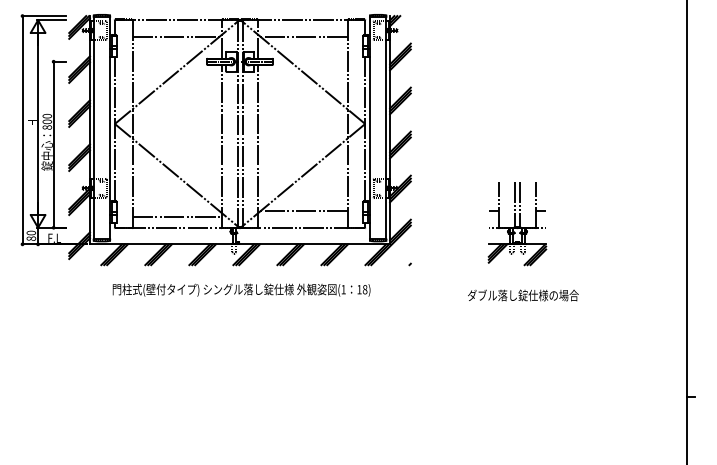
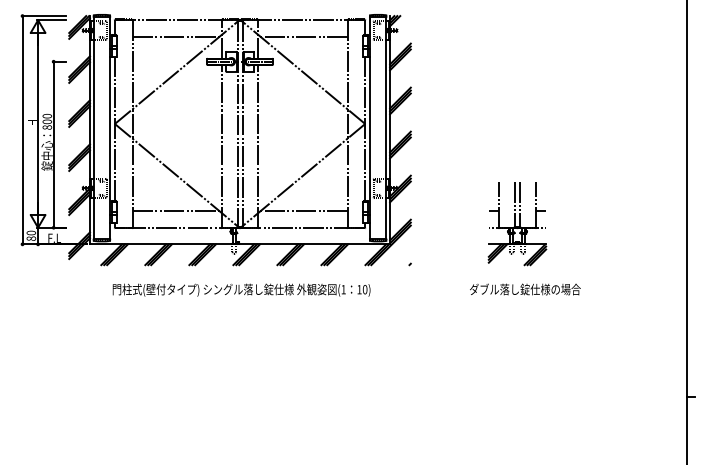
line at (176, 217) position: (176, 217) -> (176, 211)
text at (364, 289): 18) -> 10)
text at (523, 295) position: (523, 295) -> (525, 289)
